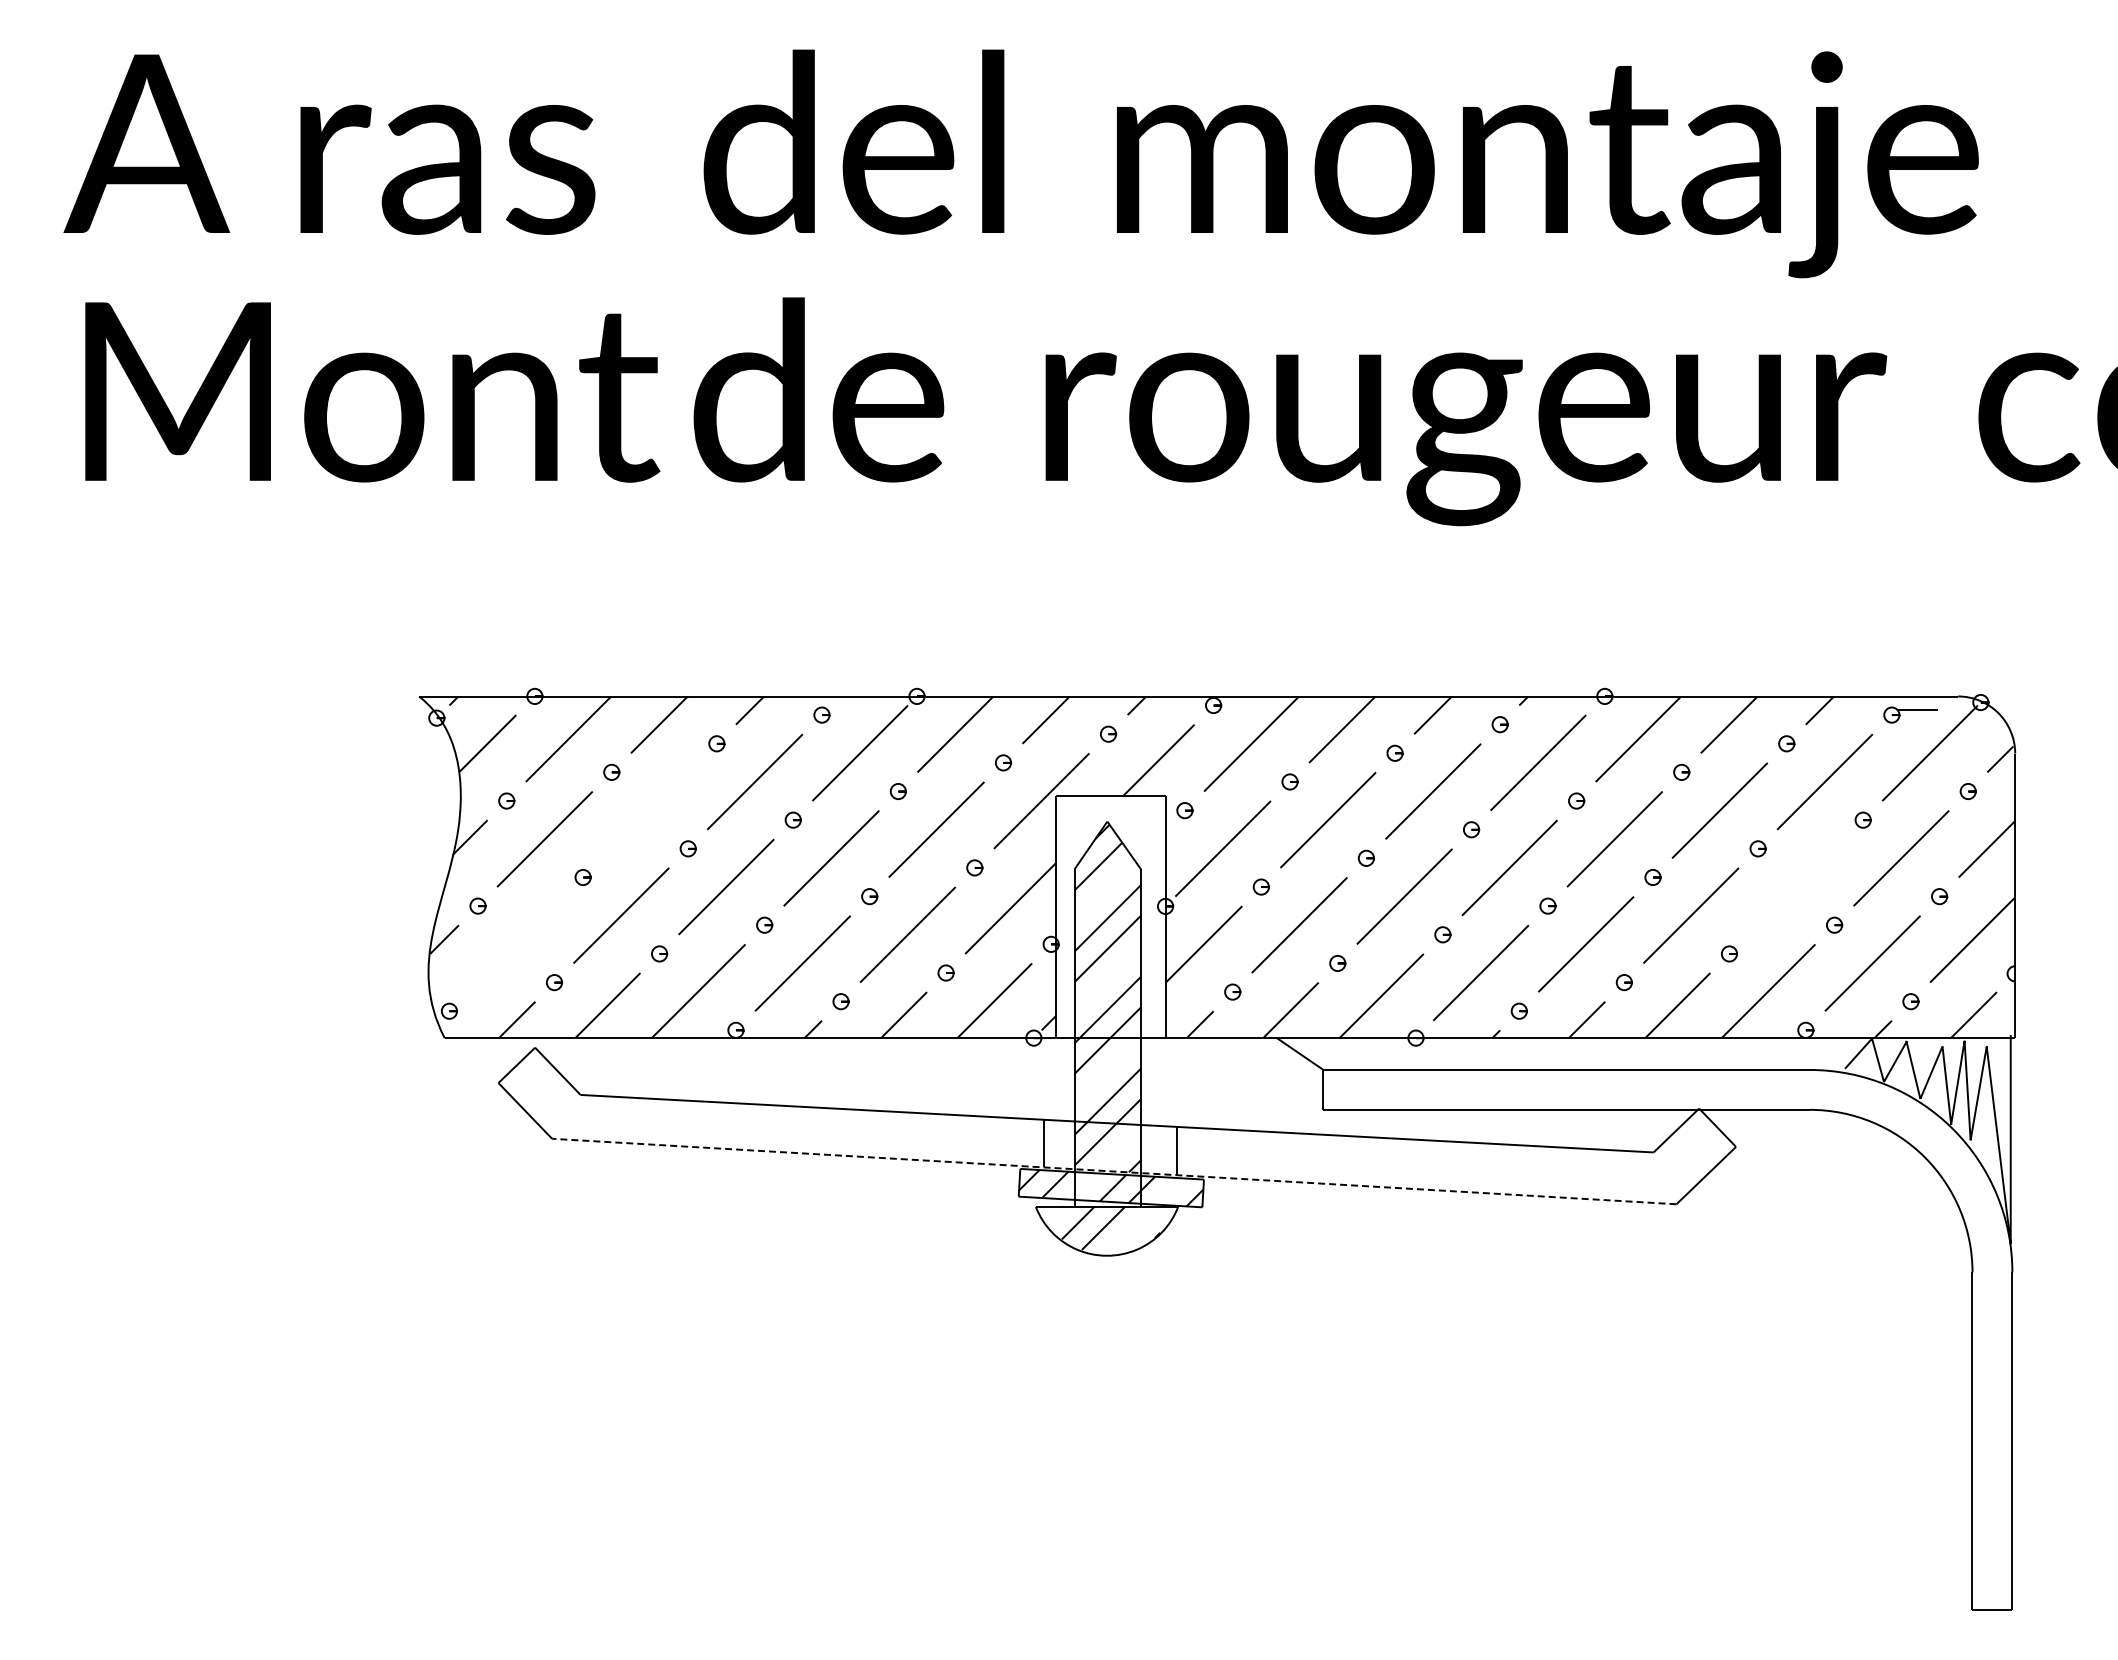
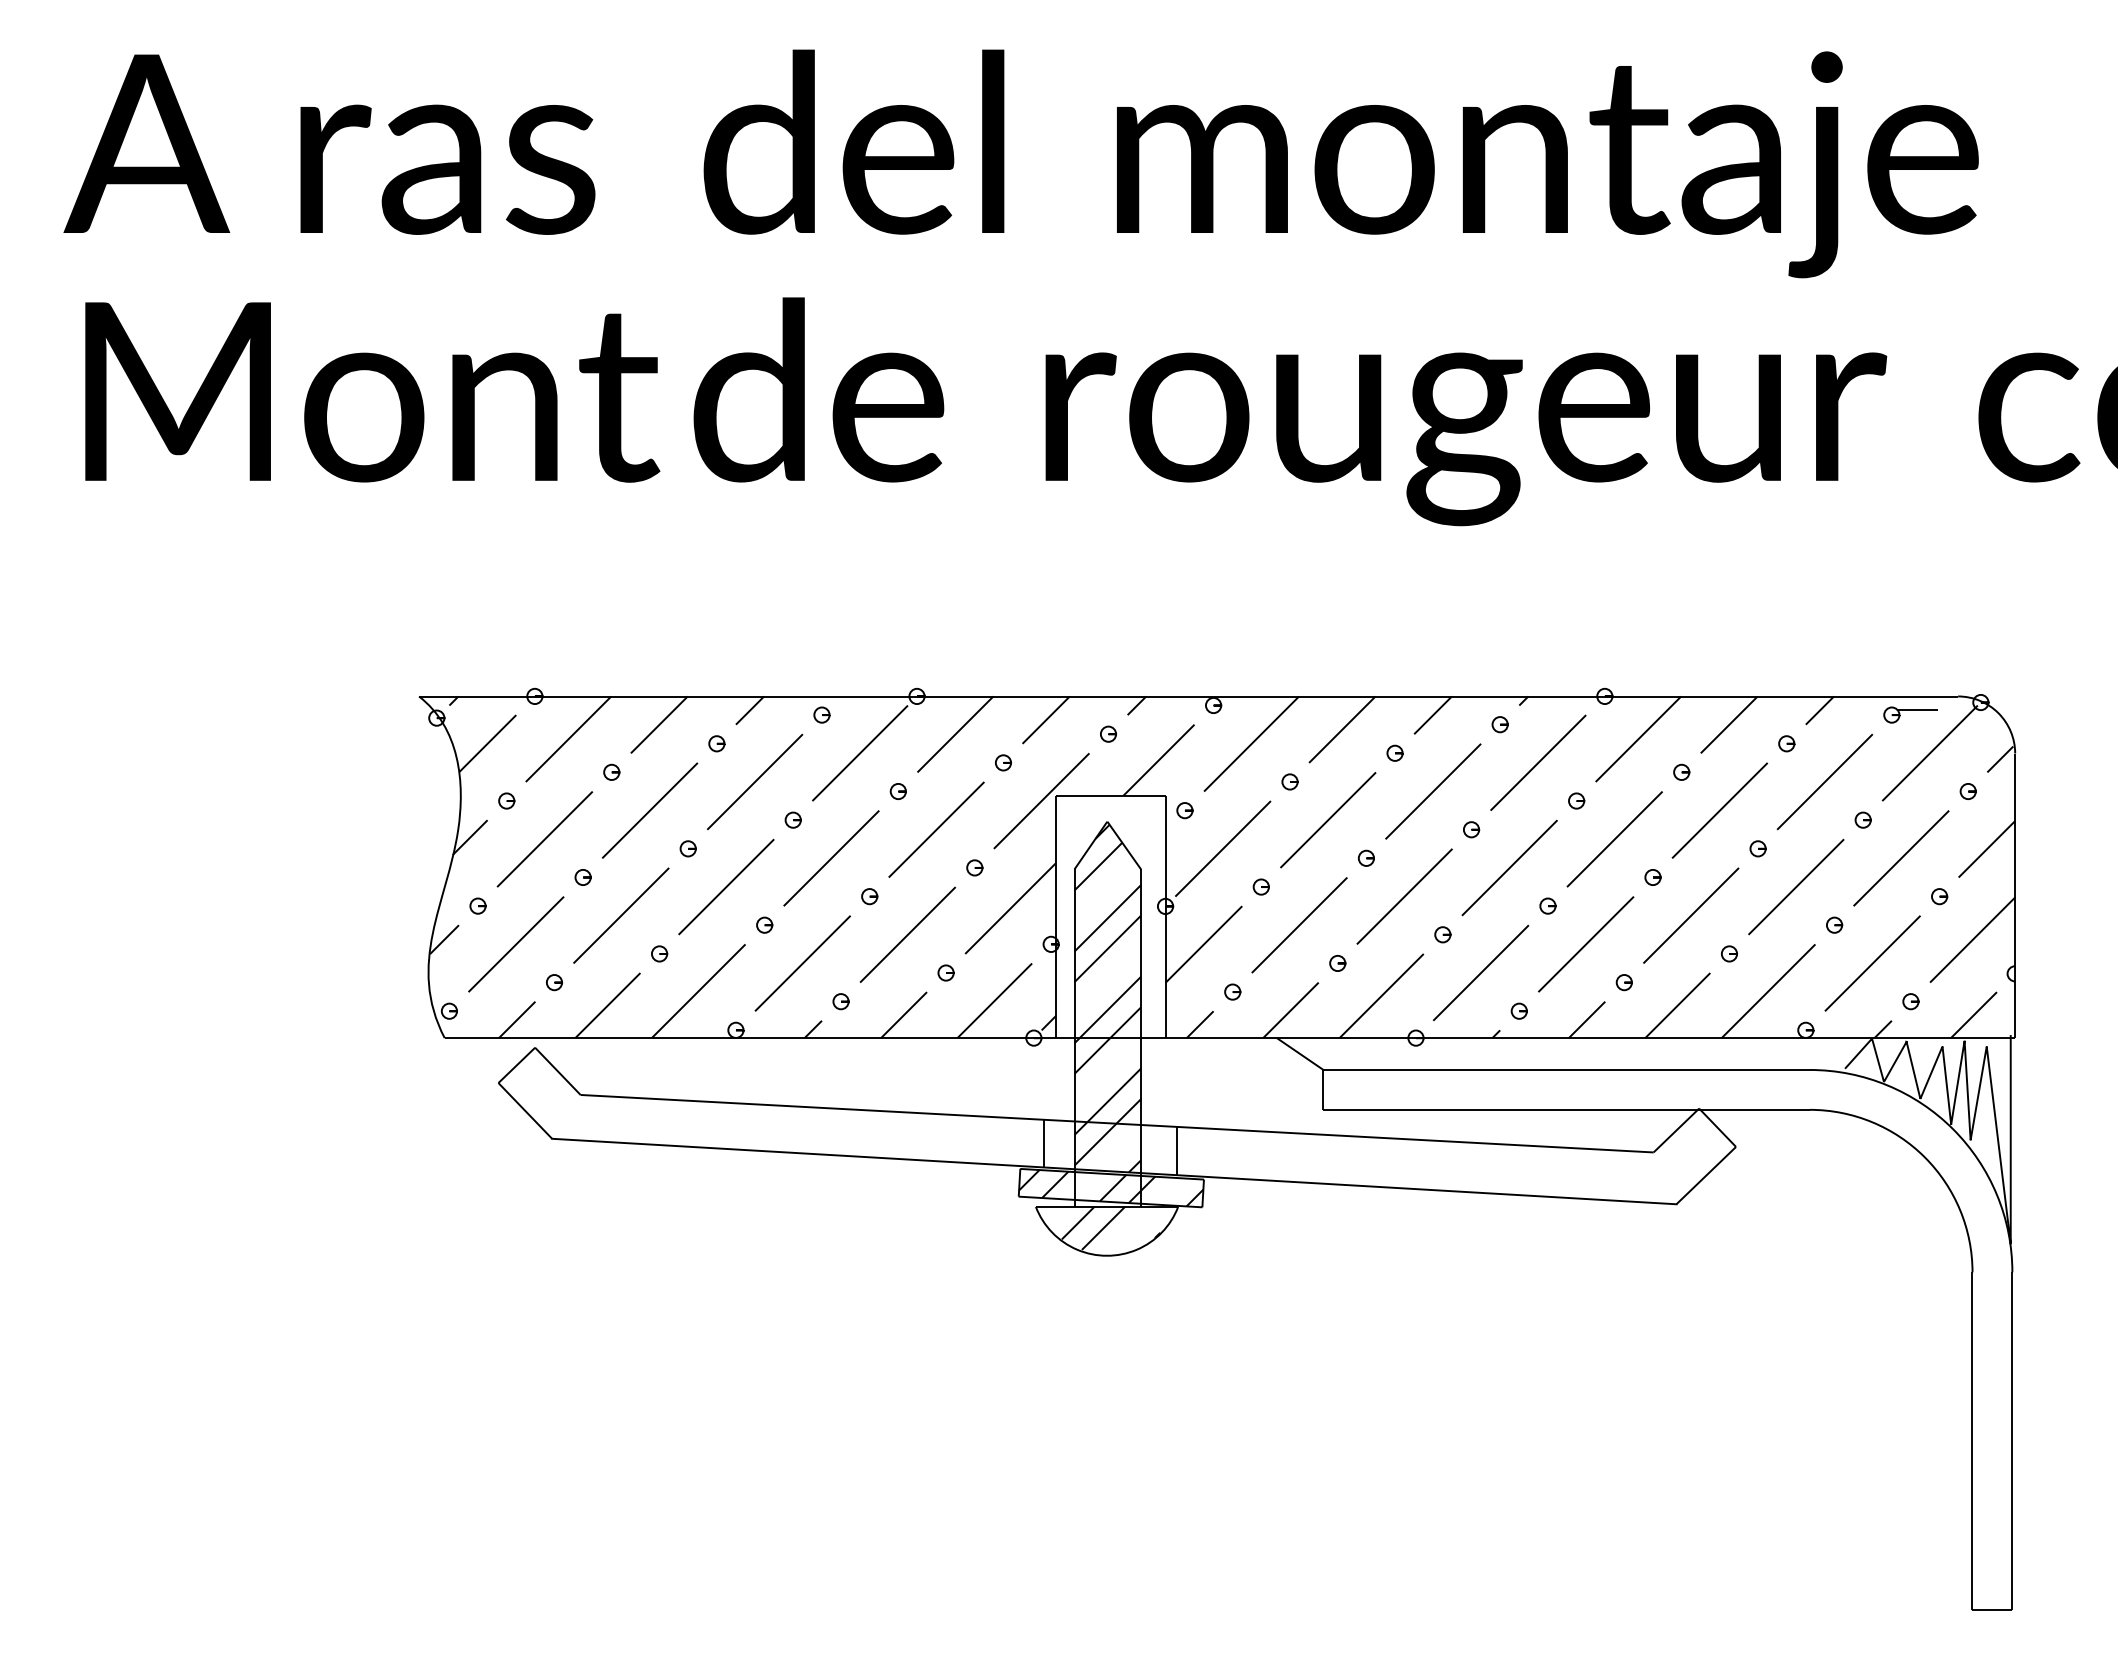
line at (649, 810): none -> present
line at (1796, 886): none -> present
line at (516, 944): none -> present
line at (1113, 1171): dashed -> solid
